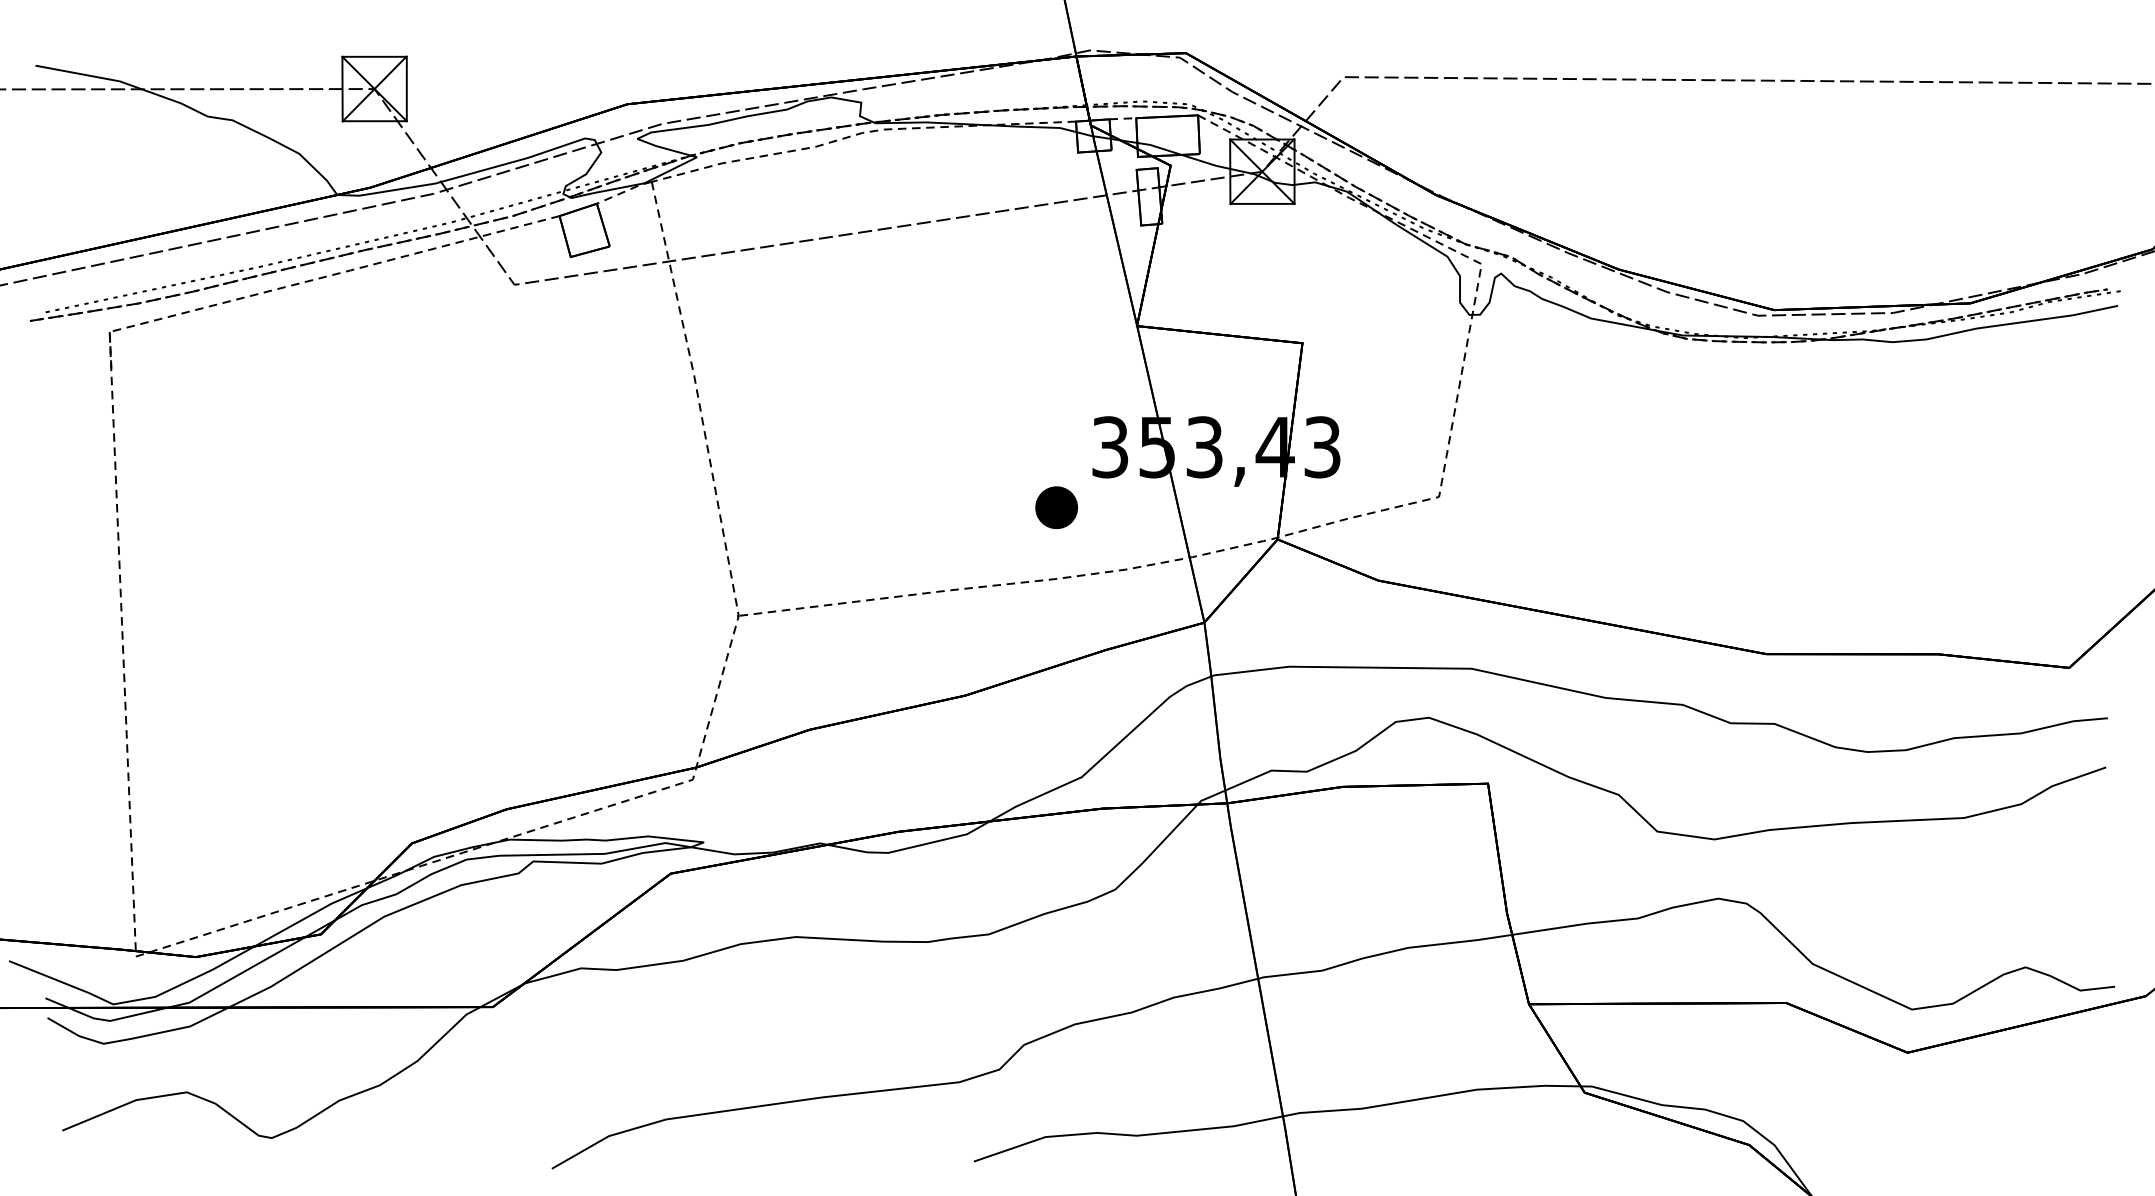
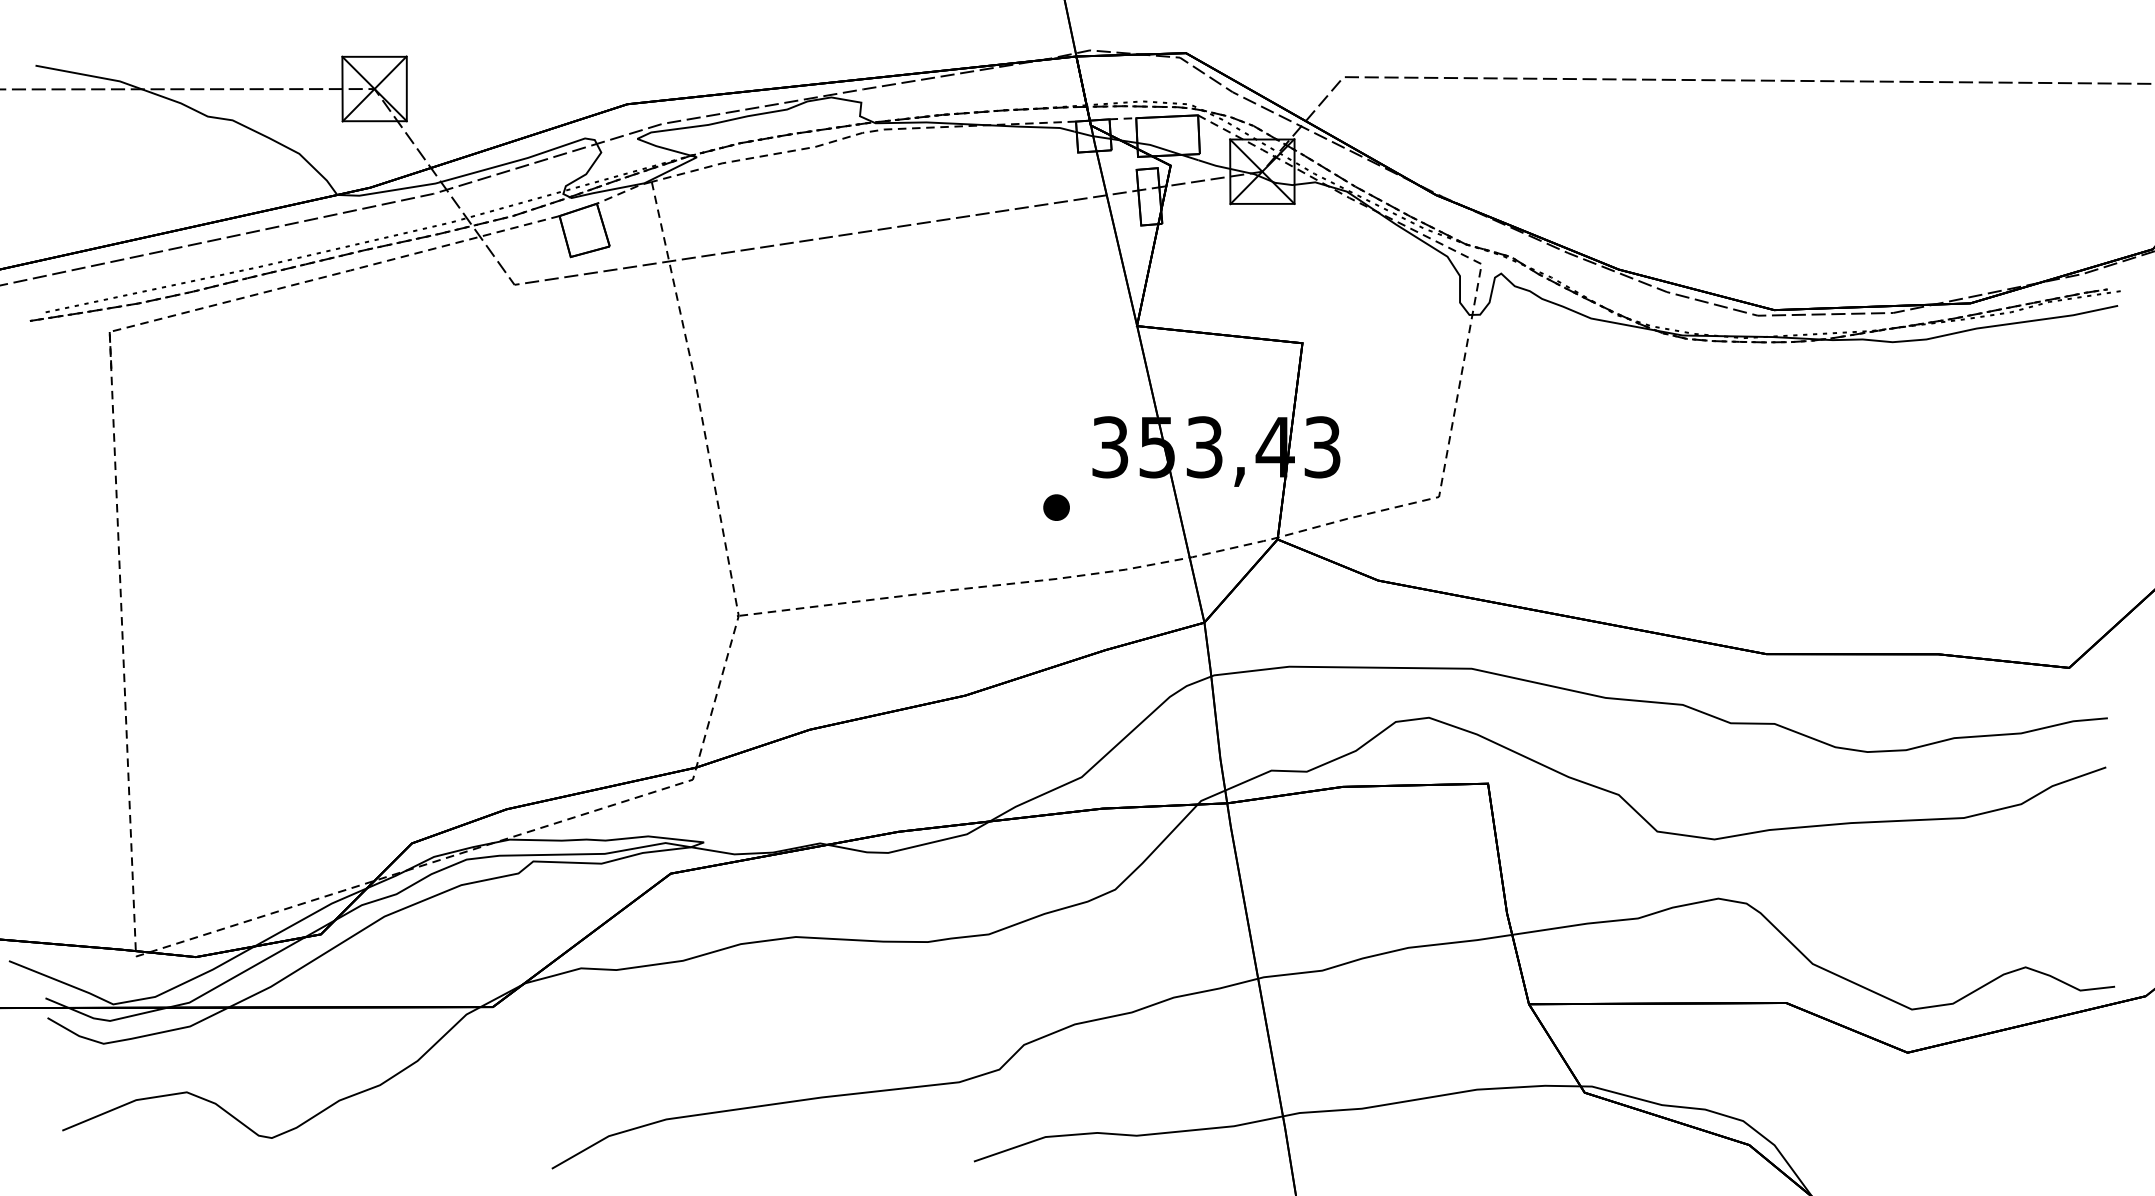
part at (1056, 507) size: 43x43 px -> 27x27 px
